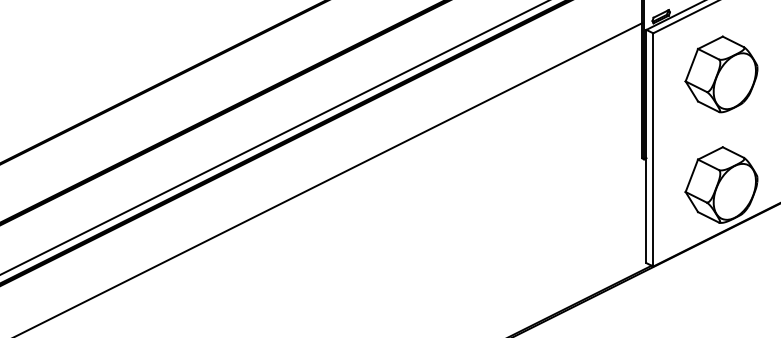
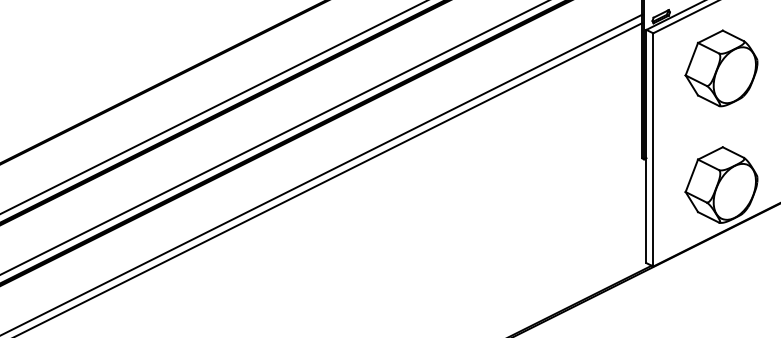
part at (721, 74) position: (721, 74) -> (721, 68)
line at (213, 107): none -> present
line at (322, 174): none -> present
